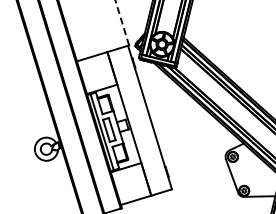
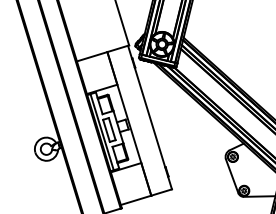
line at (122, 22): dashed -> solid
